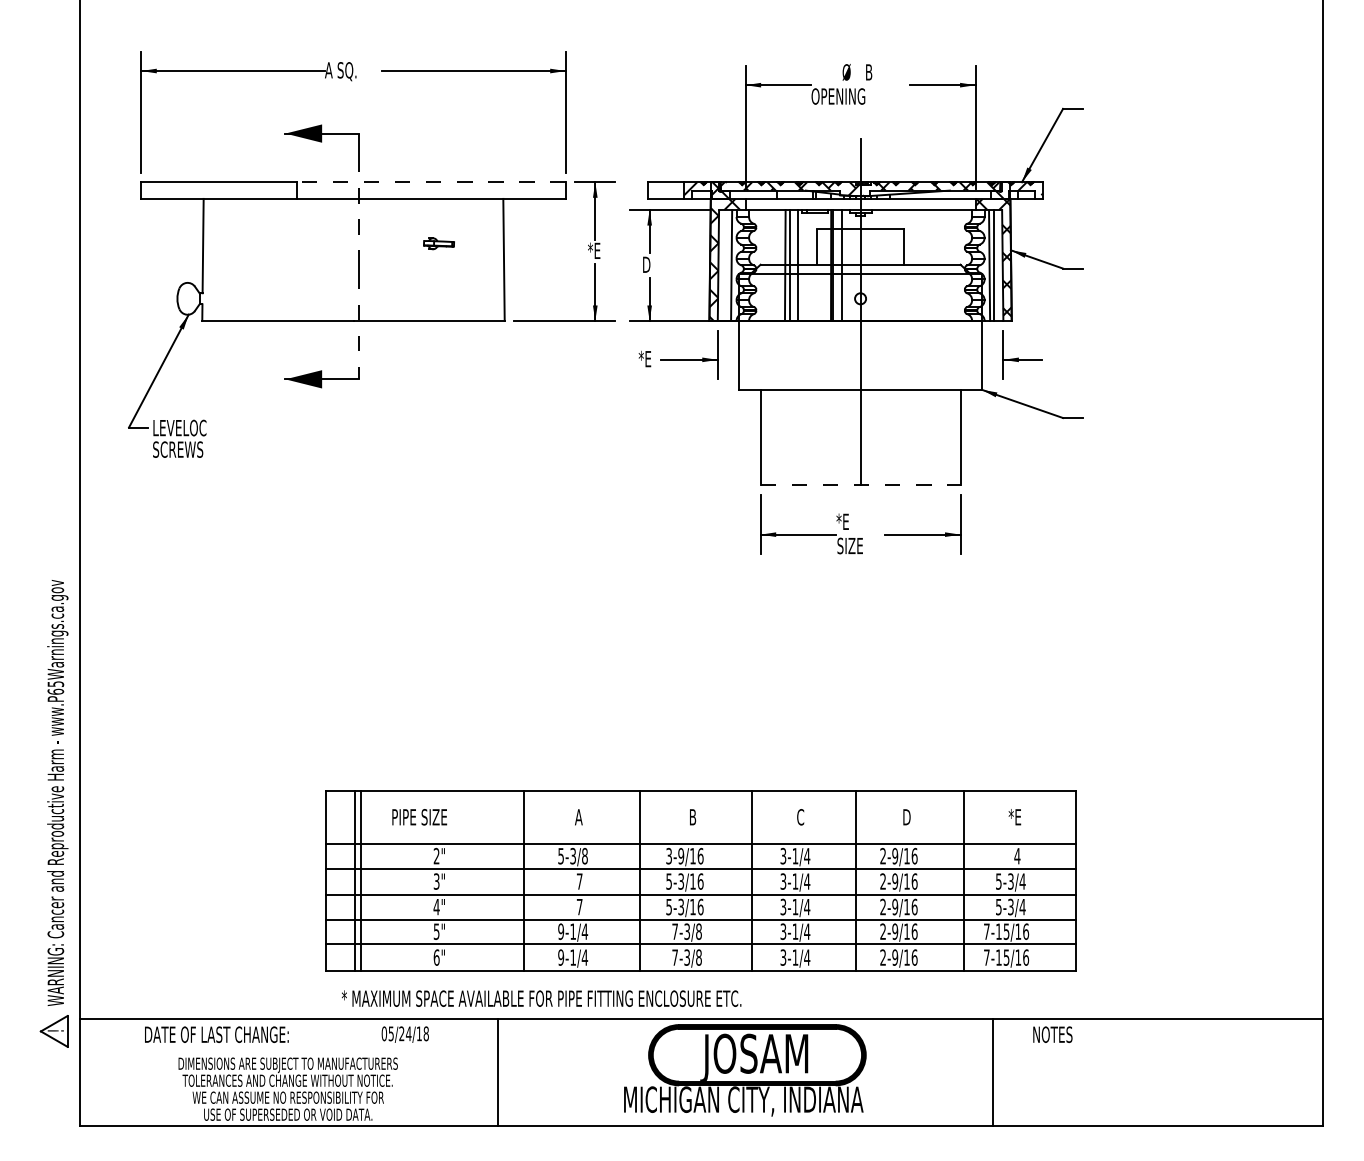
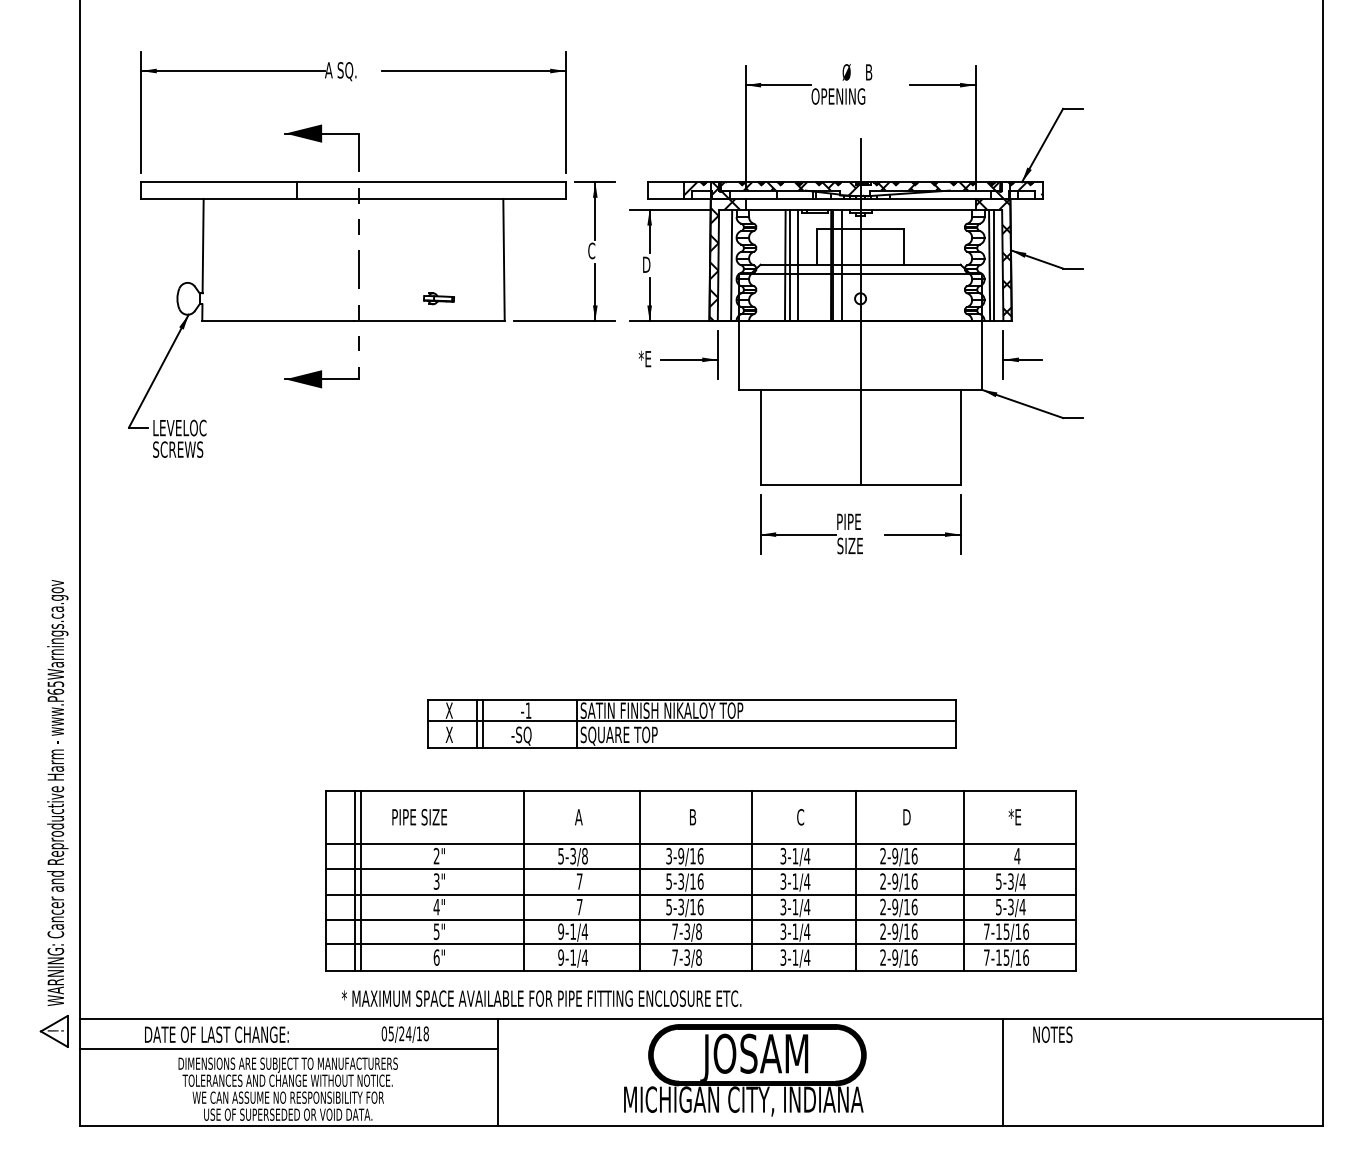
line at (431, 182): dashed -> solid
part at (438, 243) position: (438, 243) -> (438, 298)
text at (594, 250): *E -> C
line at (860, 485): dashed -> solid
text at (848, 521): *E -> PIPE
part at (691, 723): none -> present
line at (288, 1048): none -> present
line at (992, 1072) position: (992, 1072) -> (1002, 1072)
